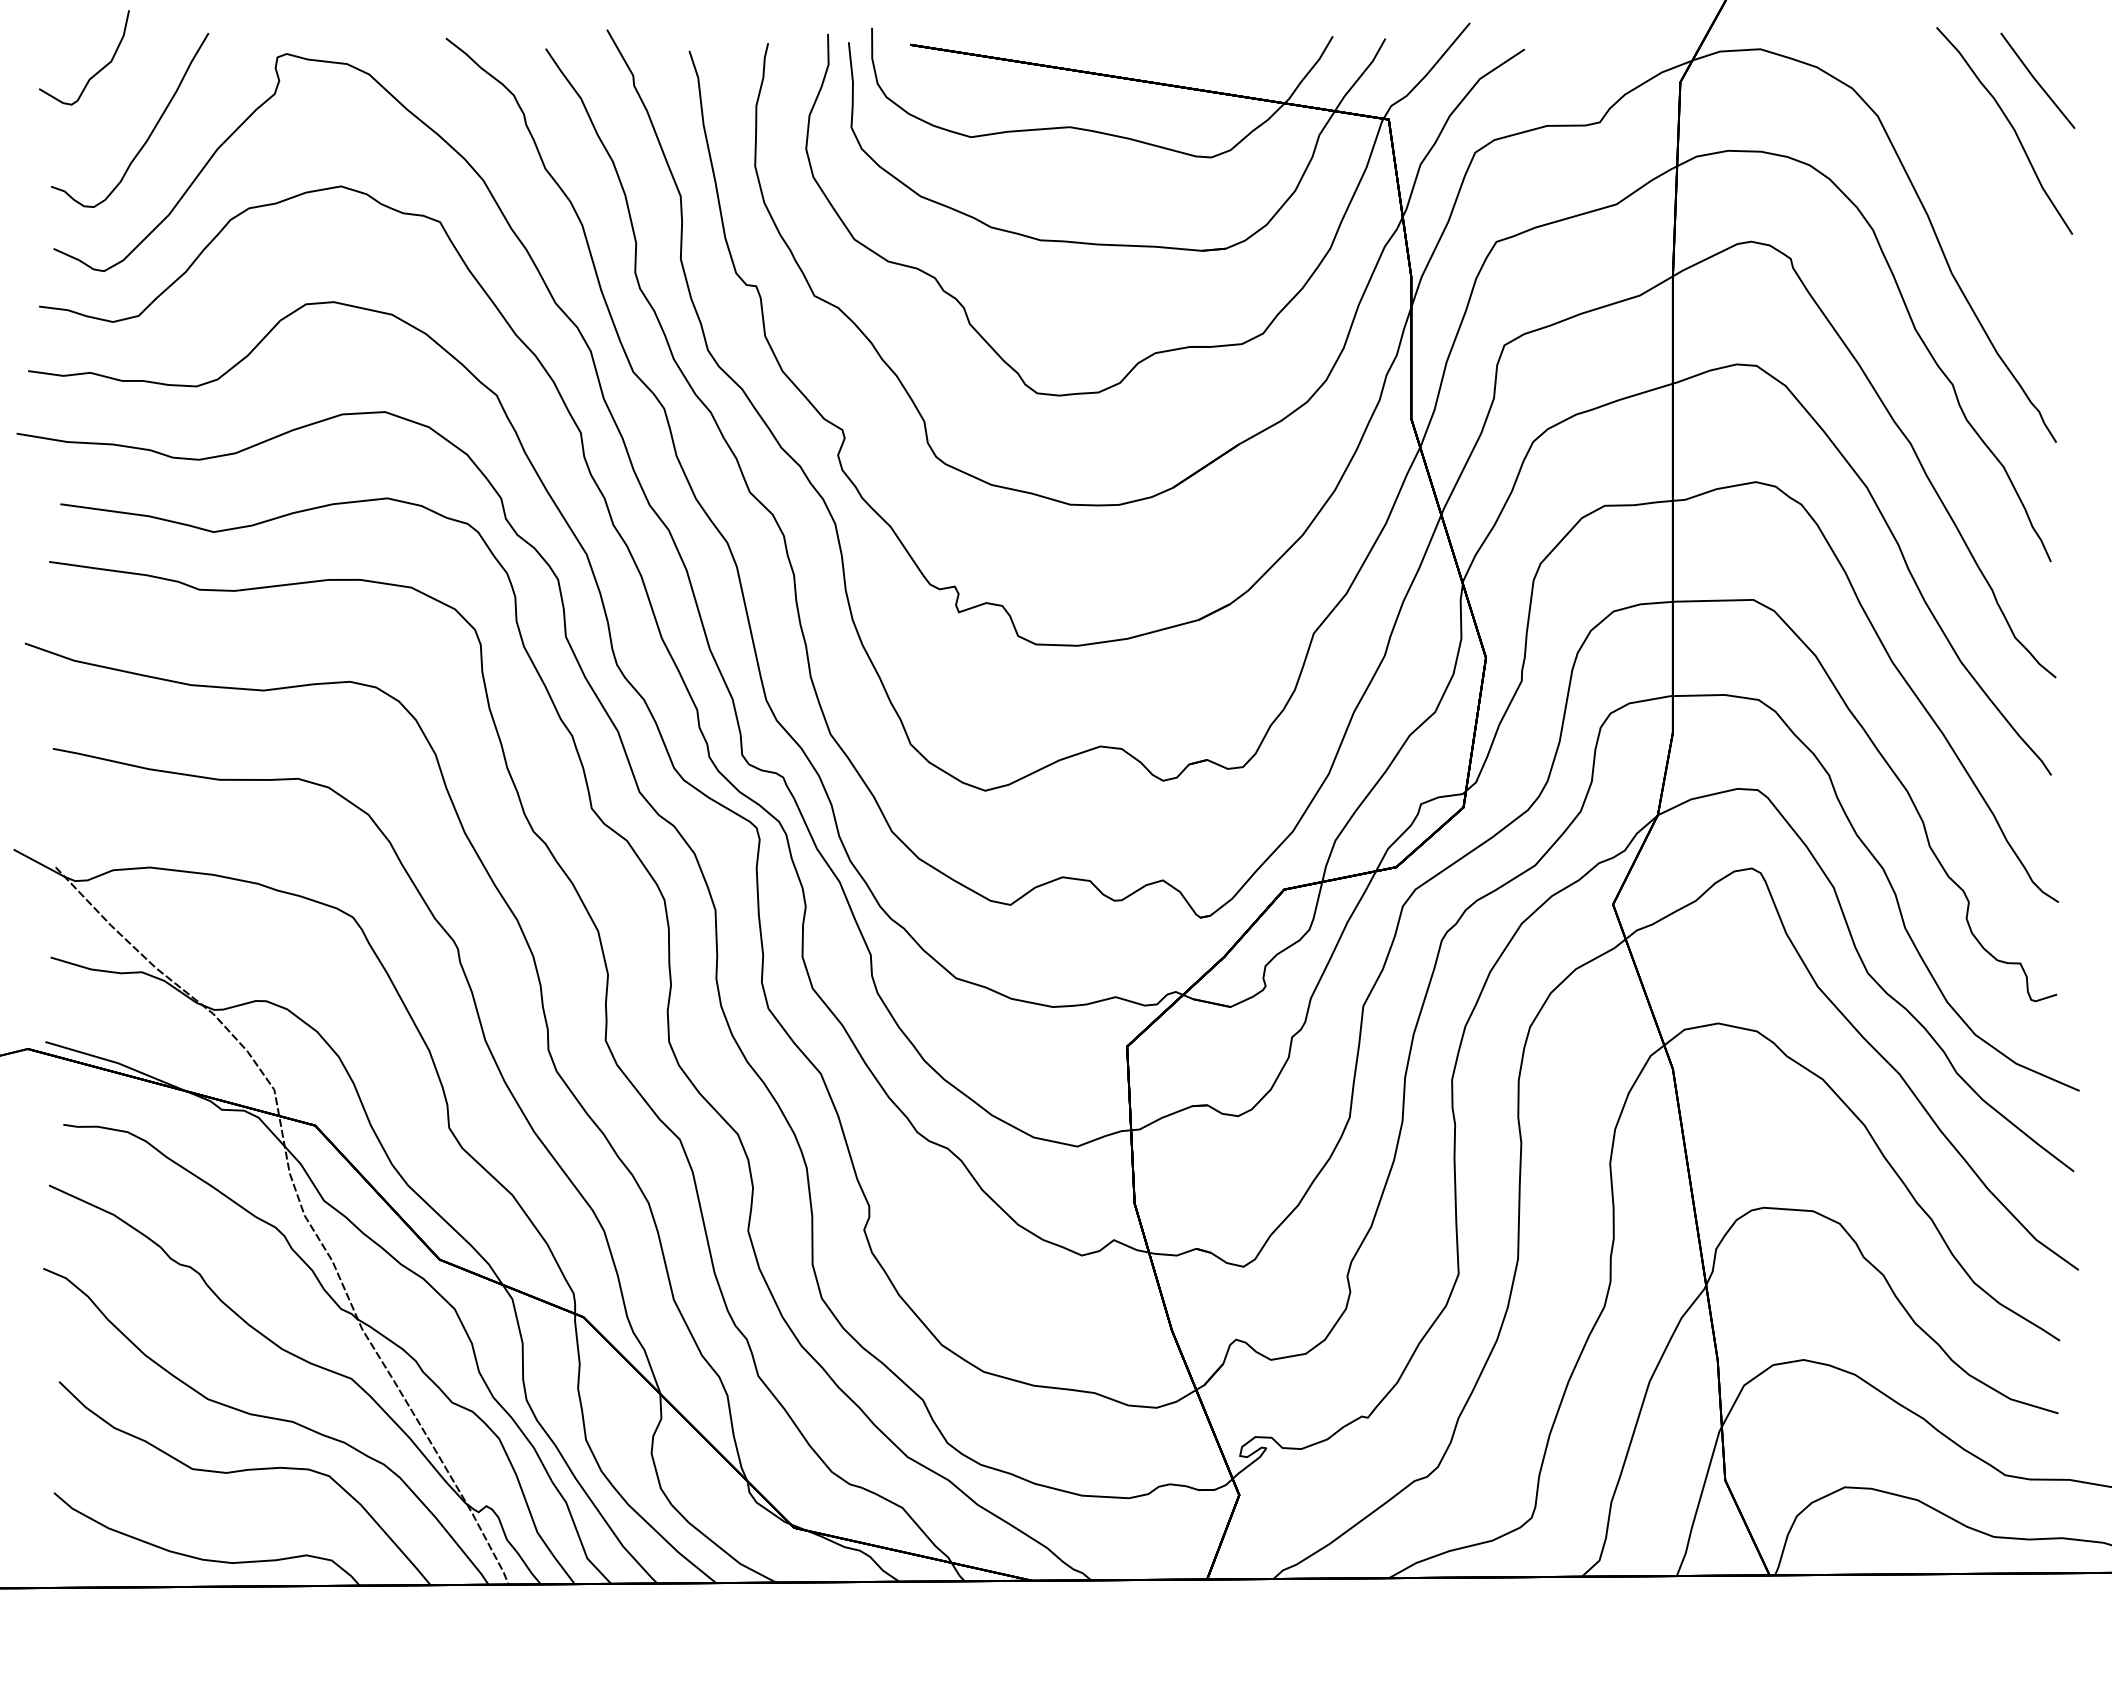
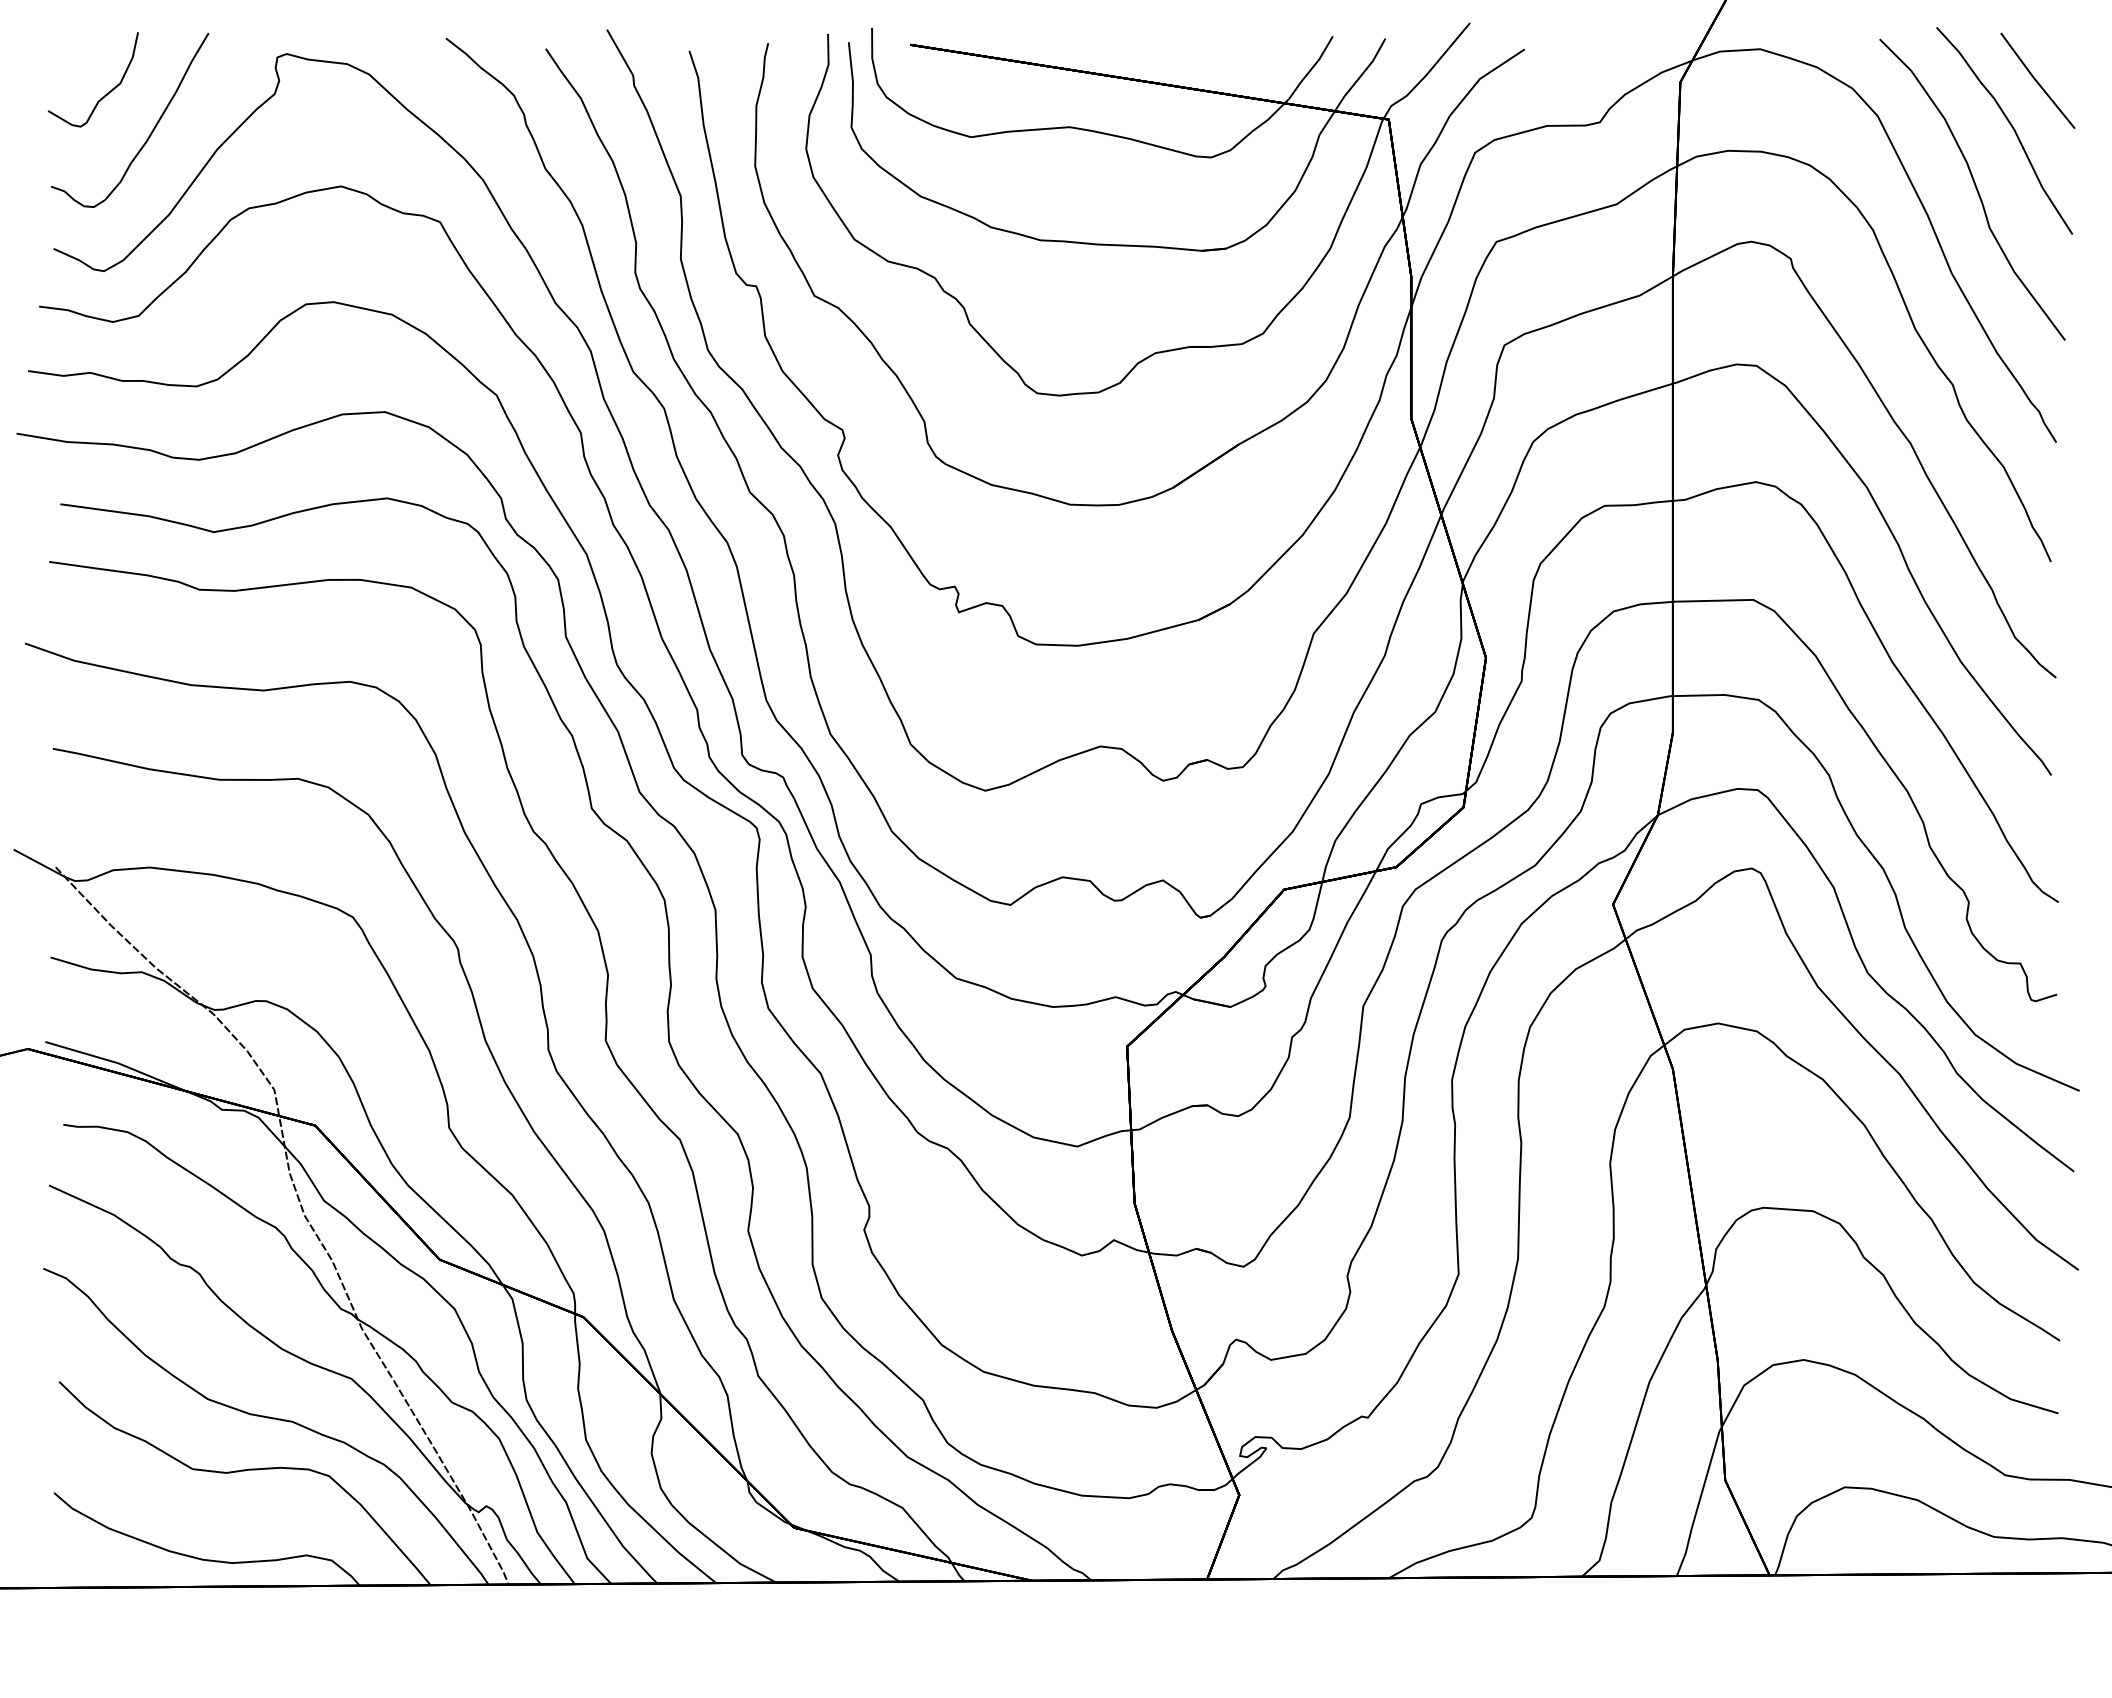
curve at (97, 71) position: (97, 71) -> (106, 93)
curve at (1975, 188): none -> present
